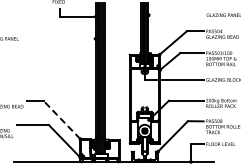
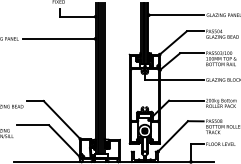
line at (176, 15): none -> present
line at (58, 38): none -> present
line at (61, 119): dashed -> solid
